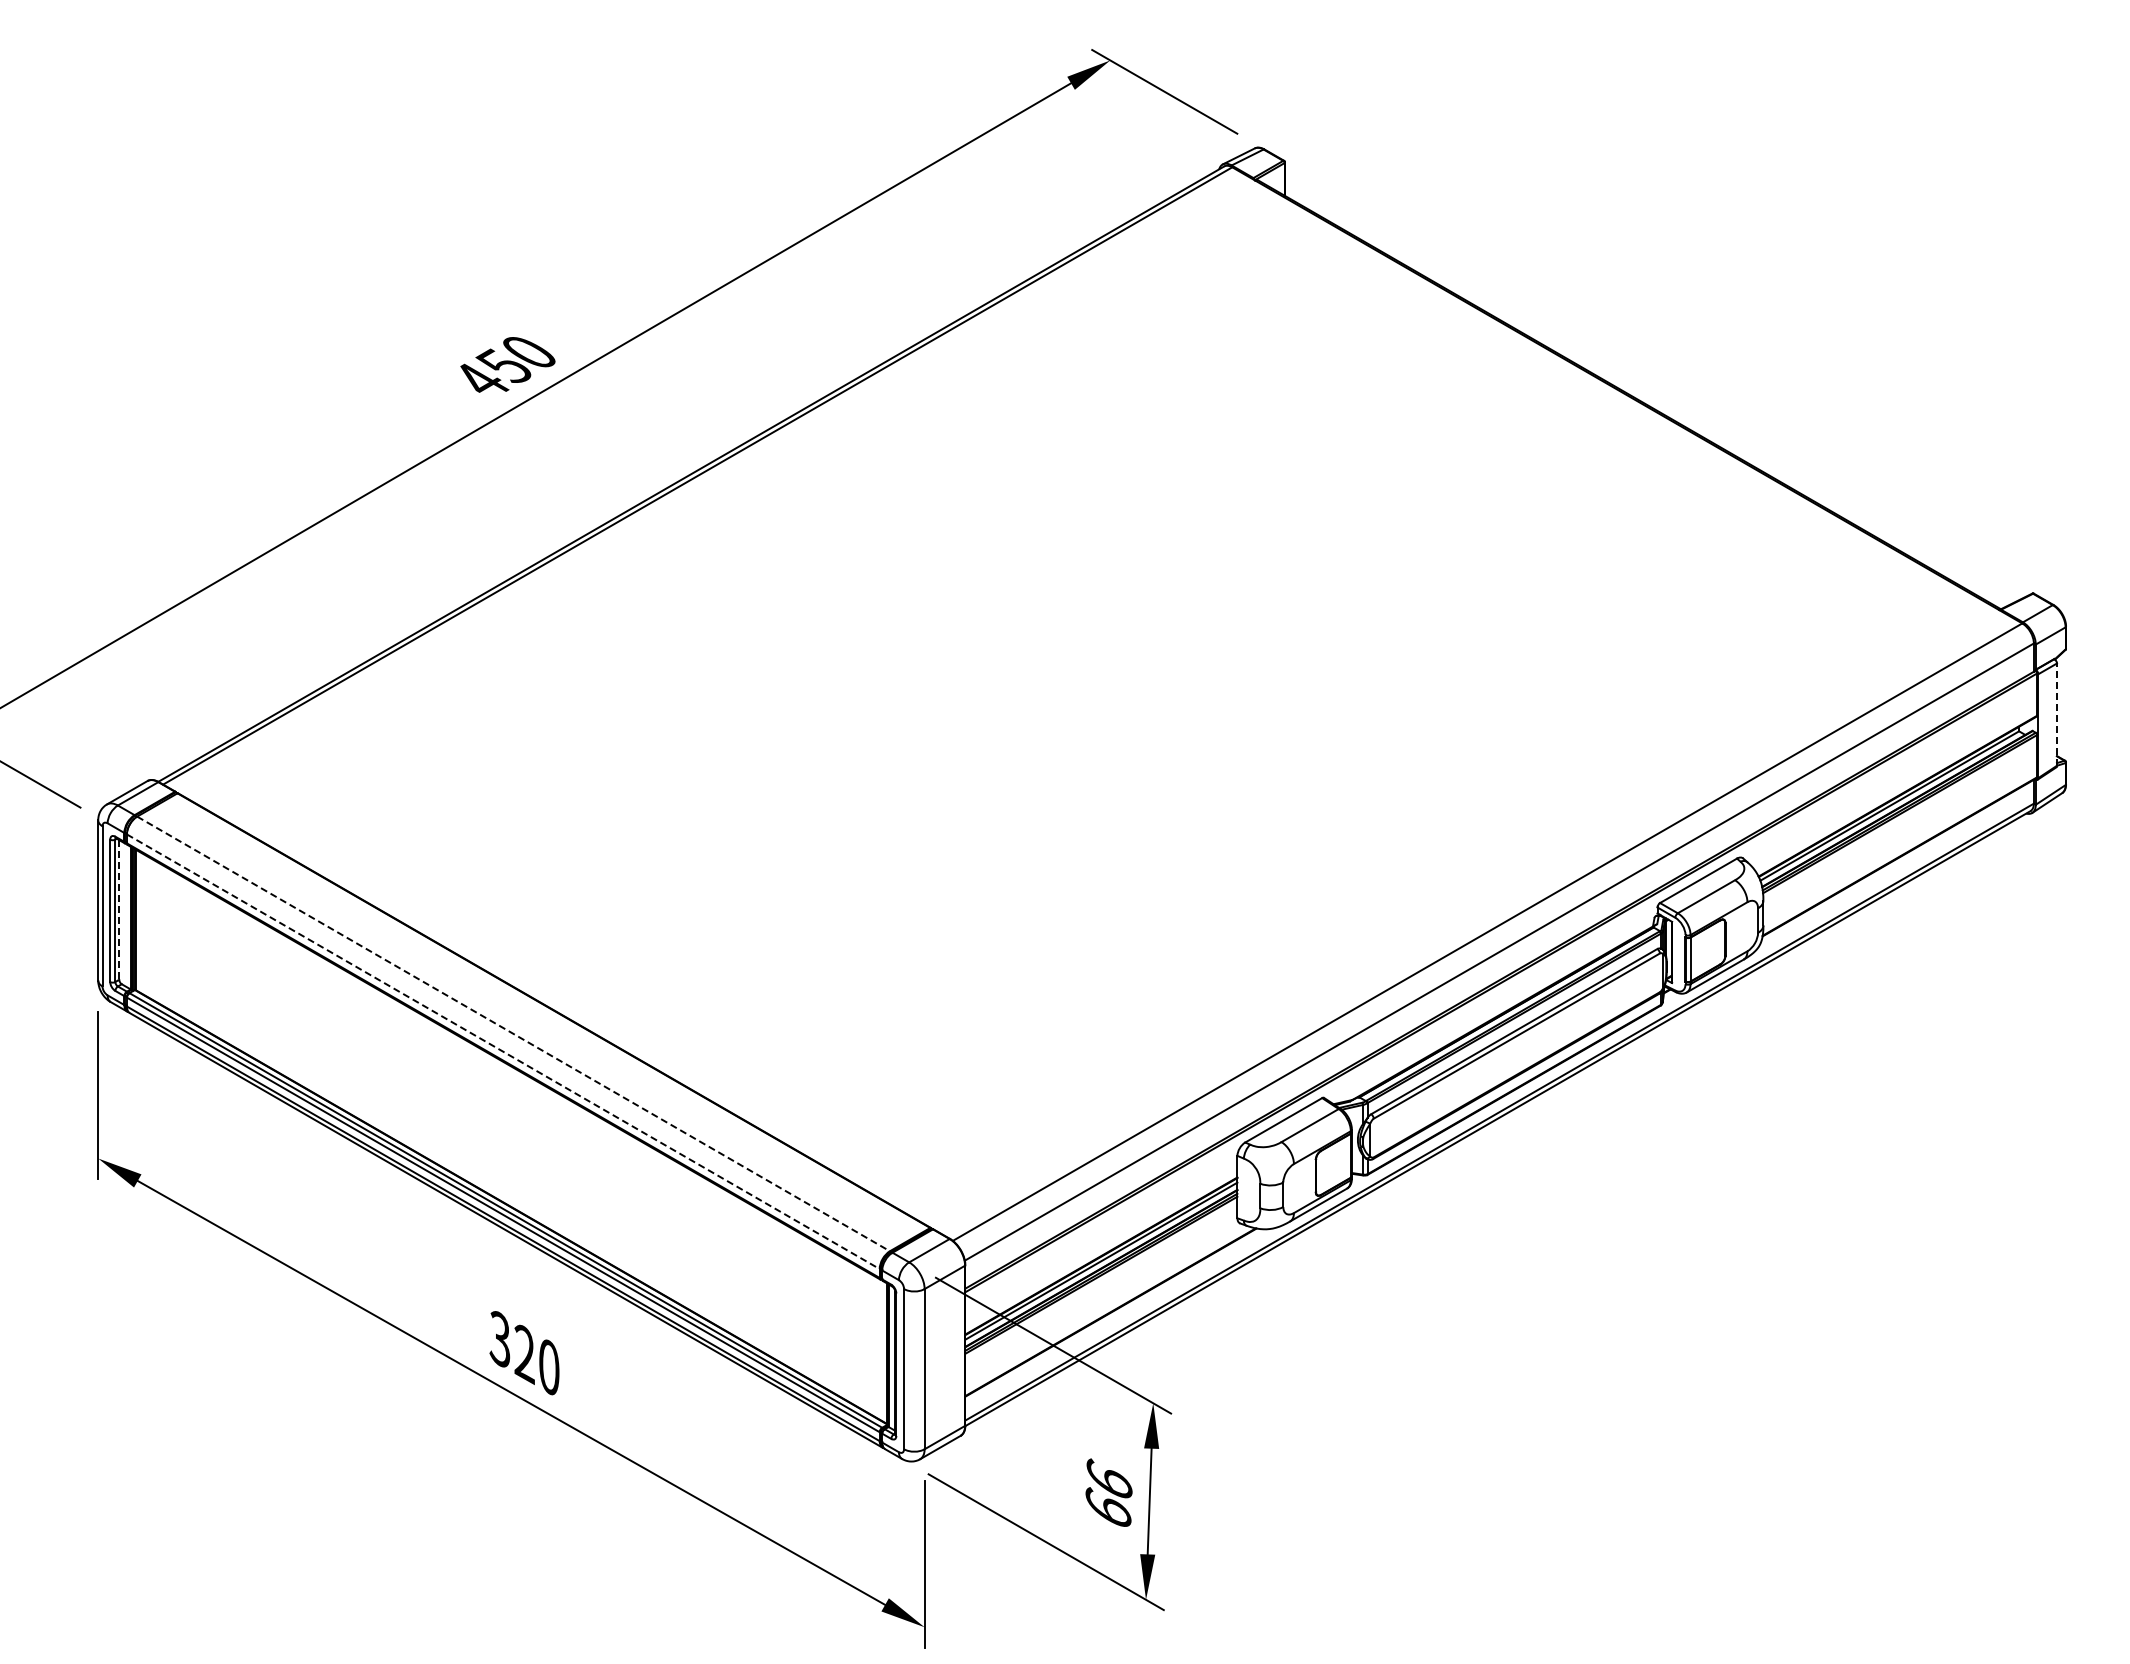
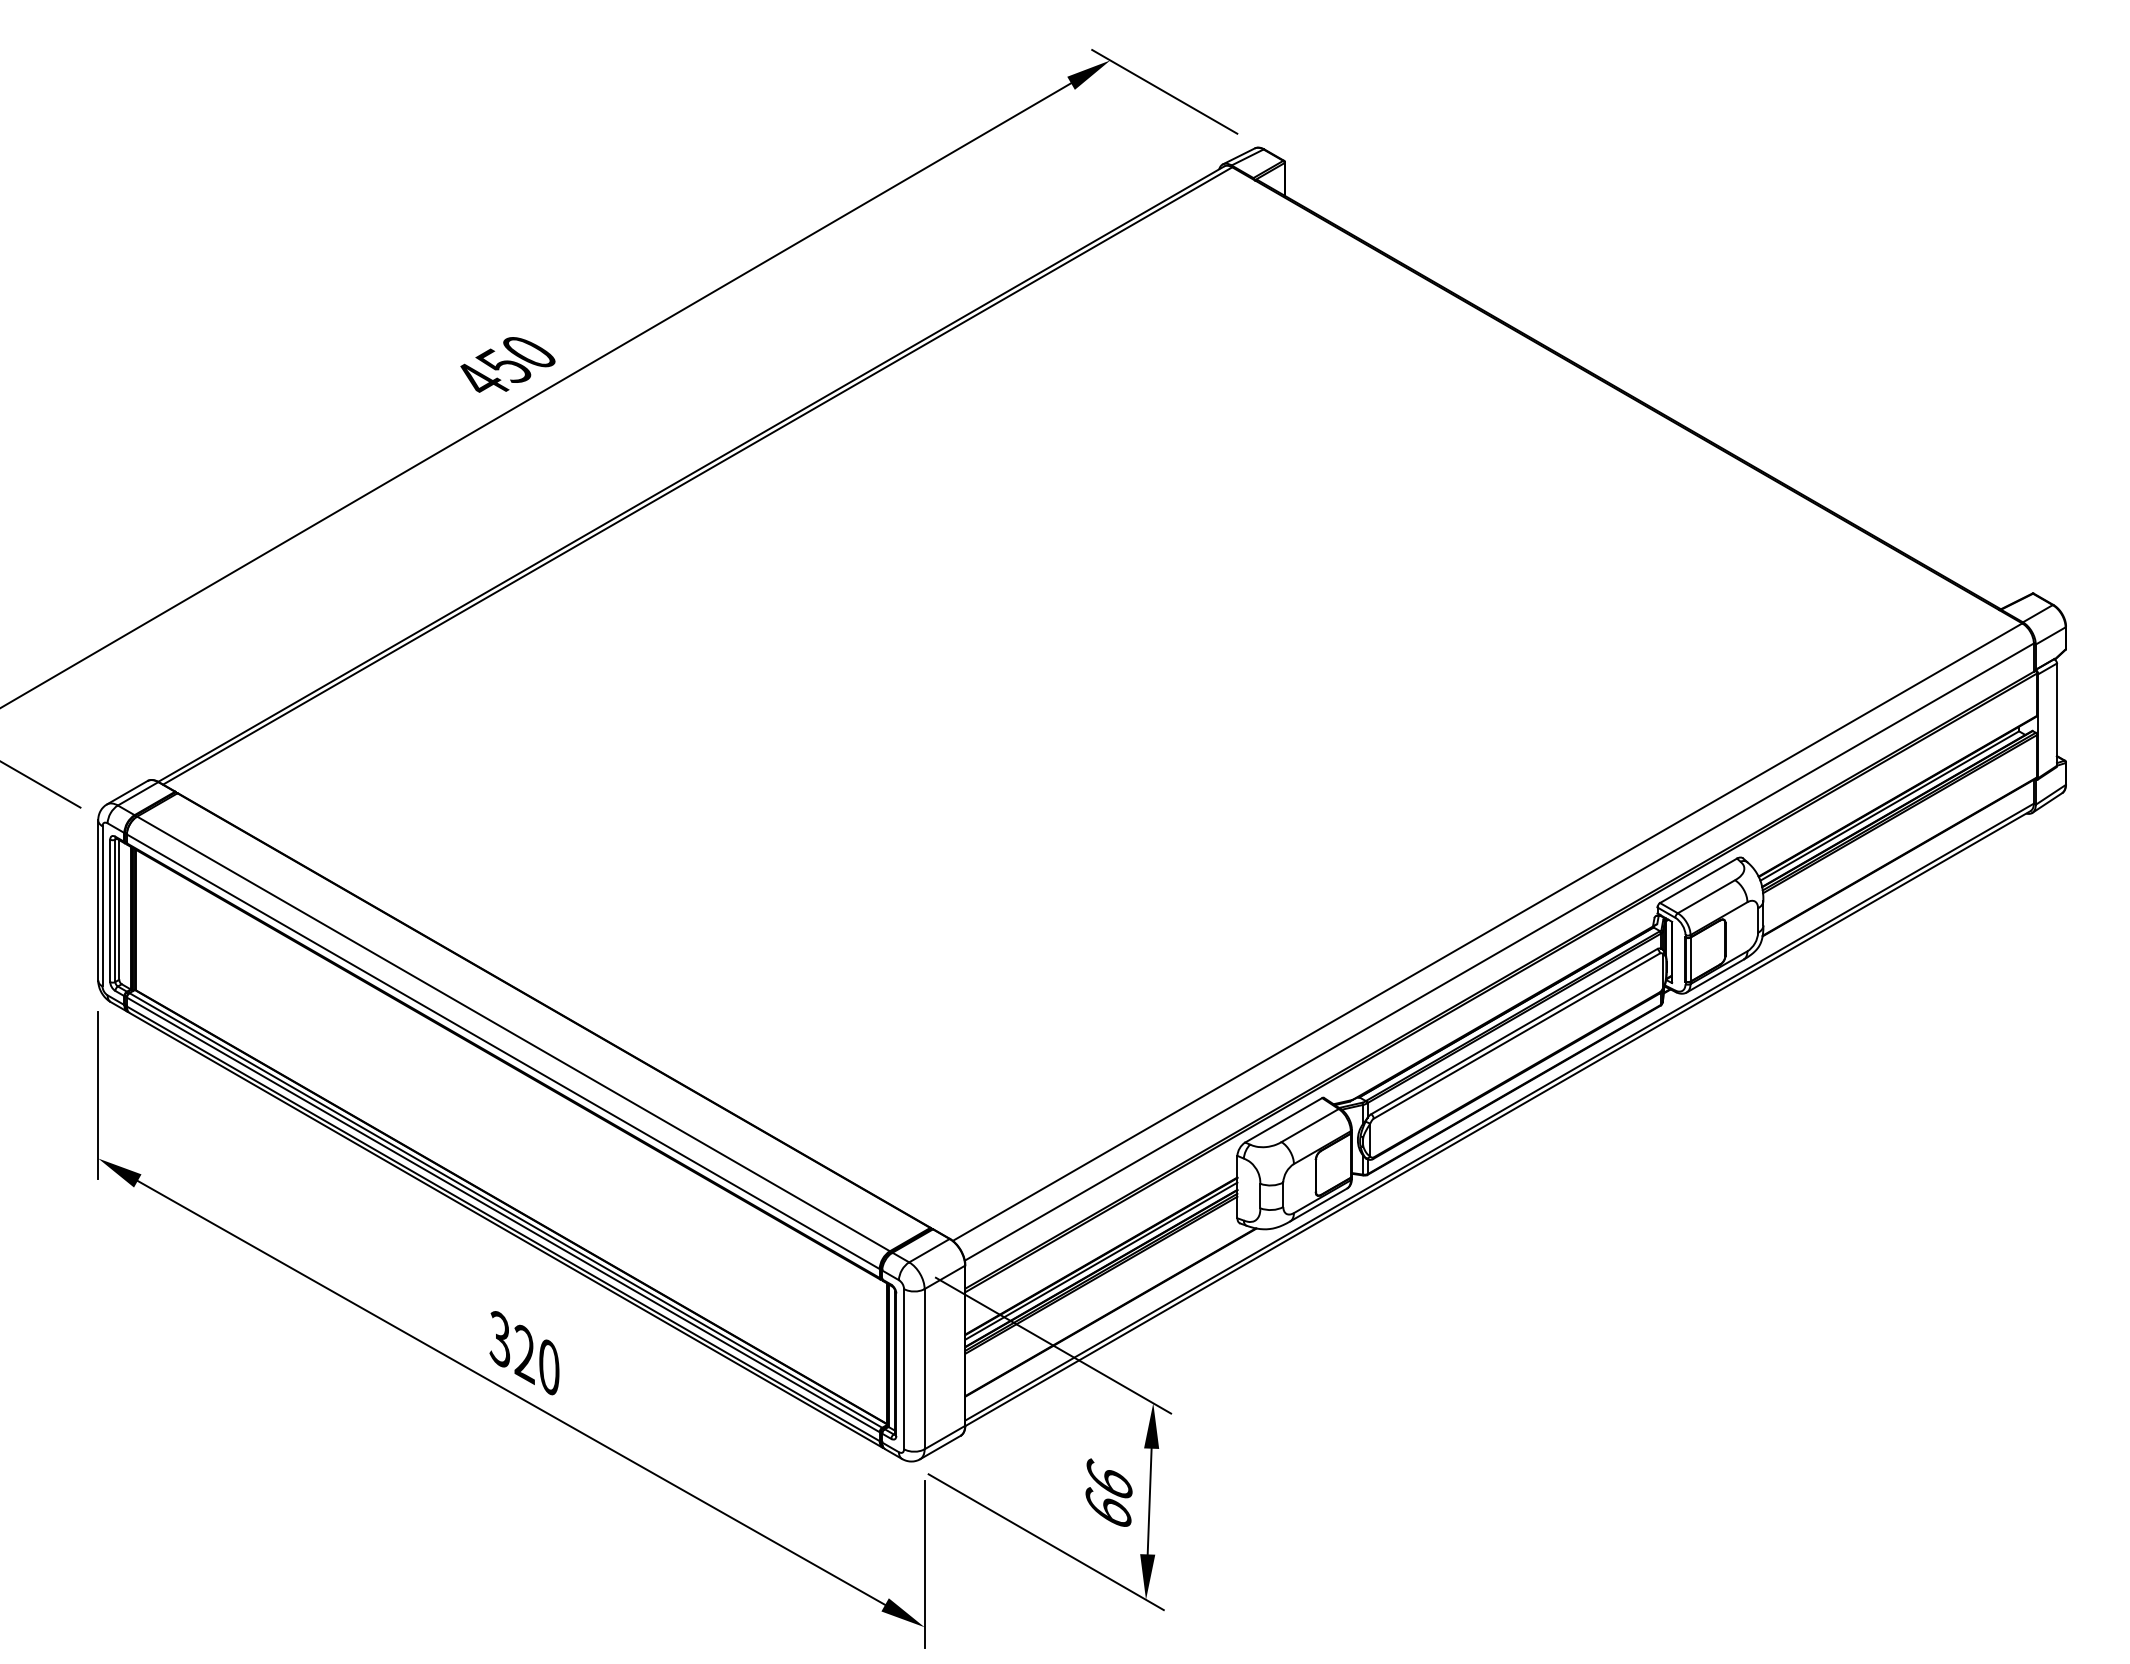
line at (2056, 714): dashed -> solid
line at (119, 909): dashed -> solid
line at (513, 1033): dashed -> solid
line at (503, 1051): dashed -> solid
